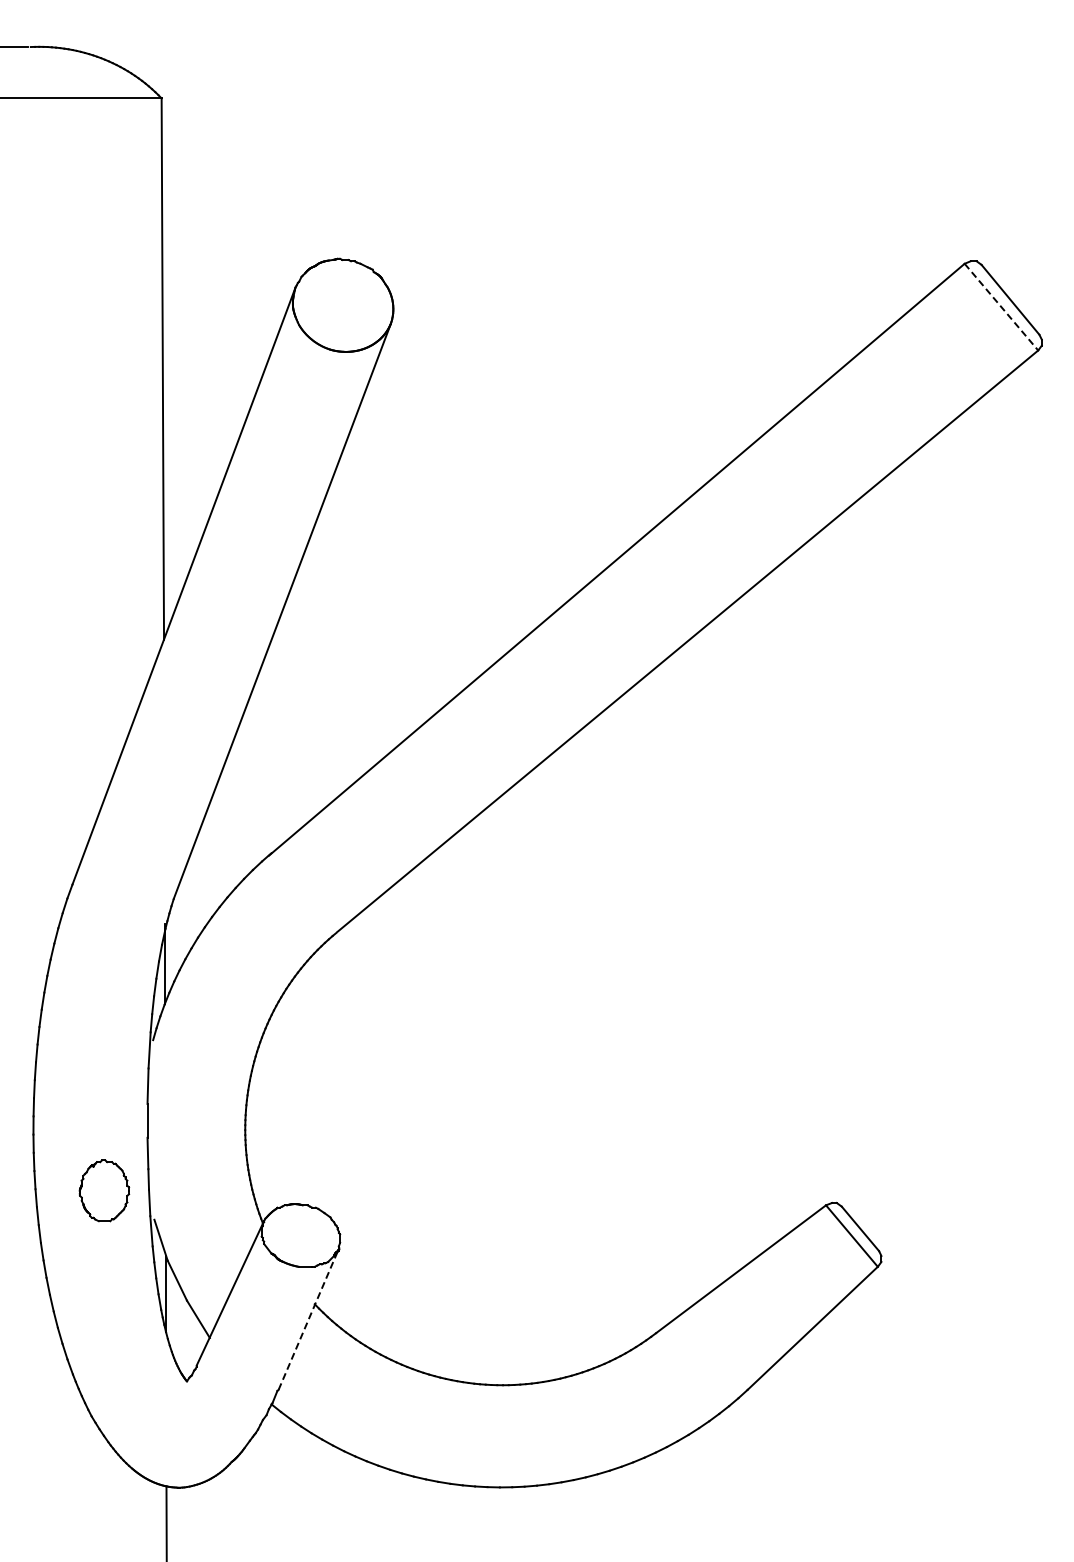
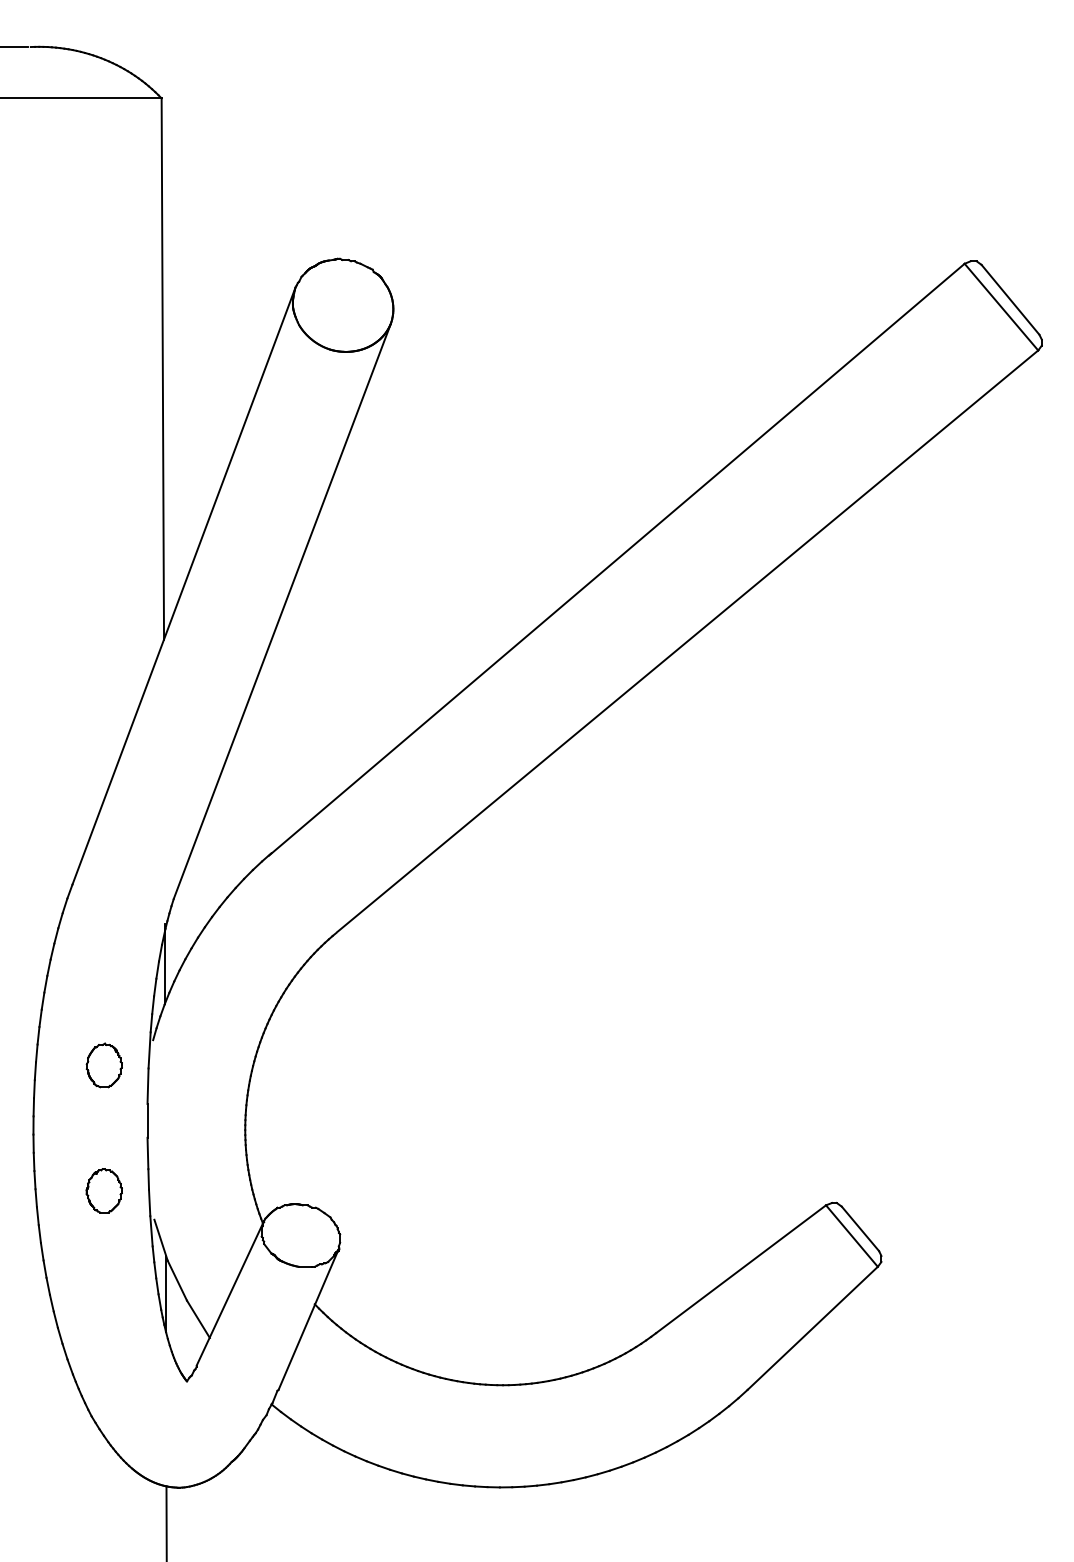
line at (1001, 307): dashed -> solid
part at (103, 1065): none -> present
part at (104, 1190) size: 53x64 px -> 38x46 px
line at (308, 1319): dashed -> solid
